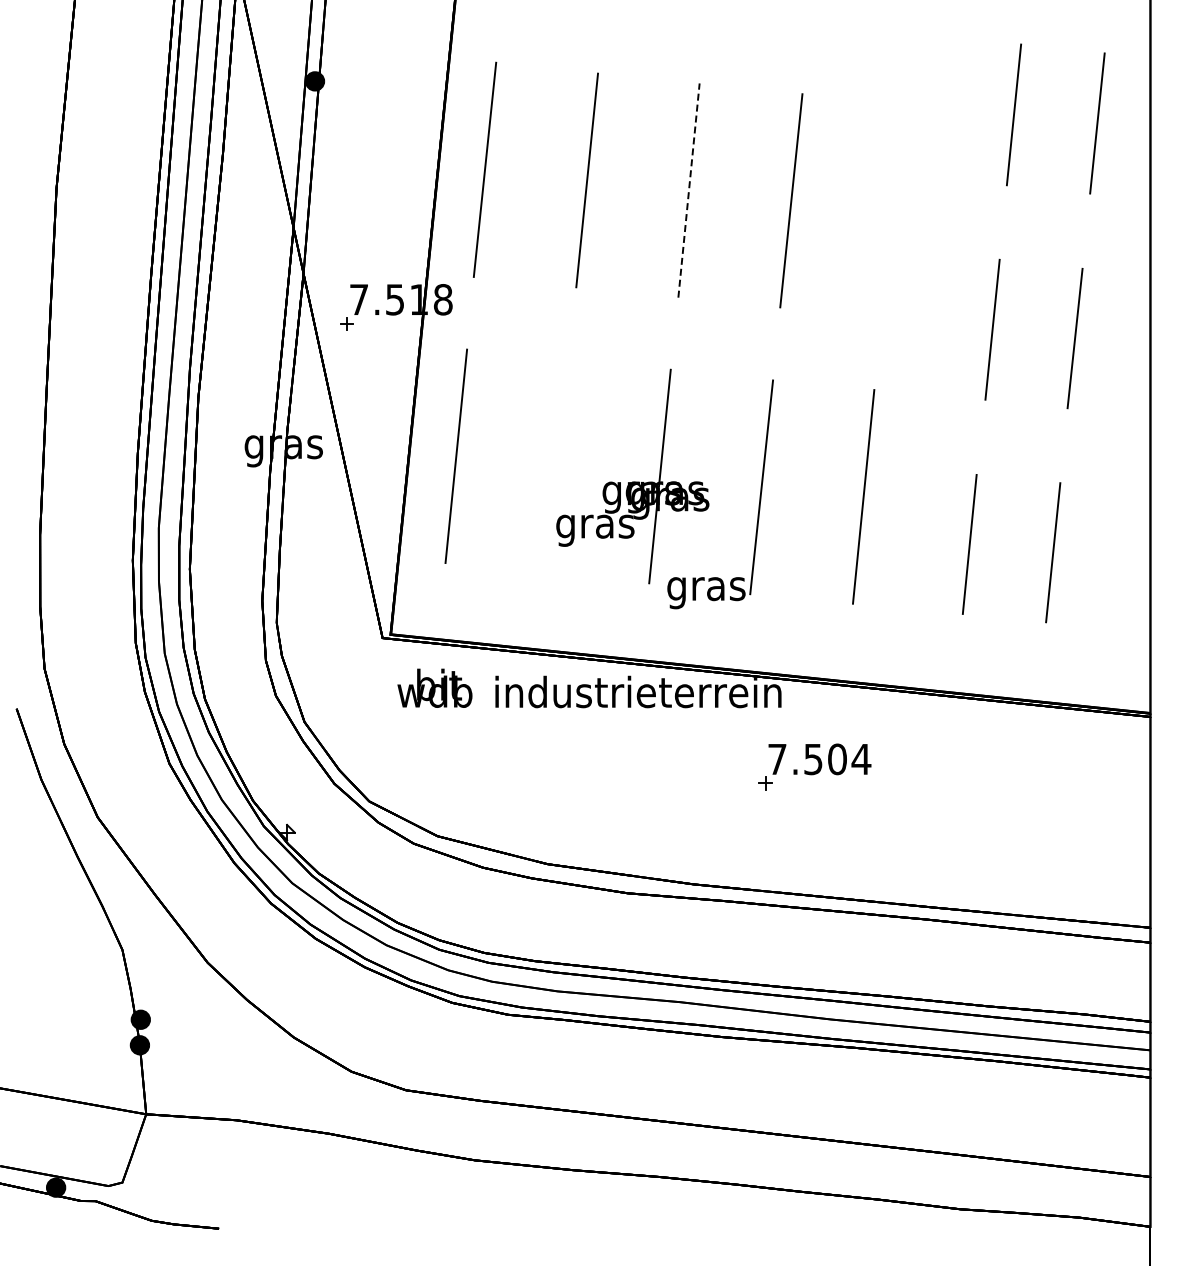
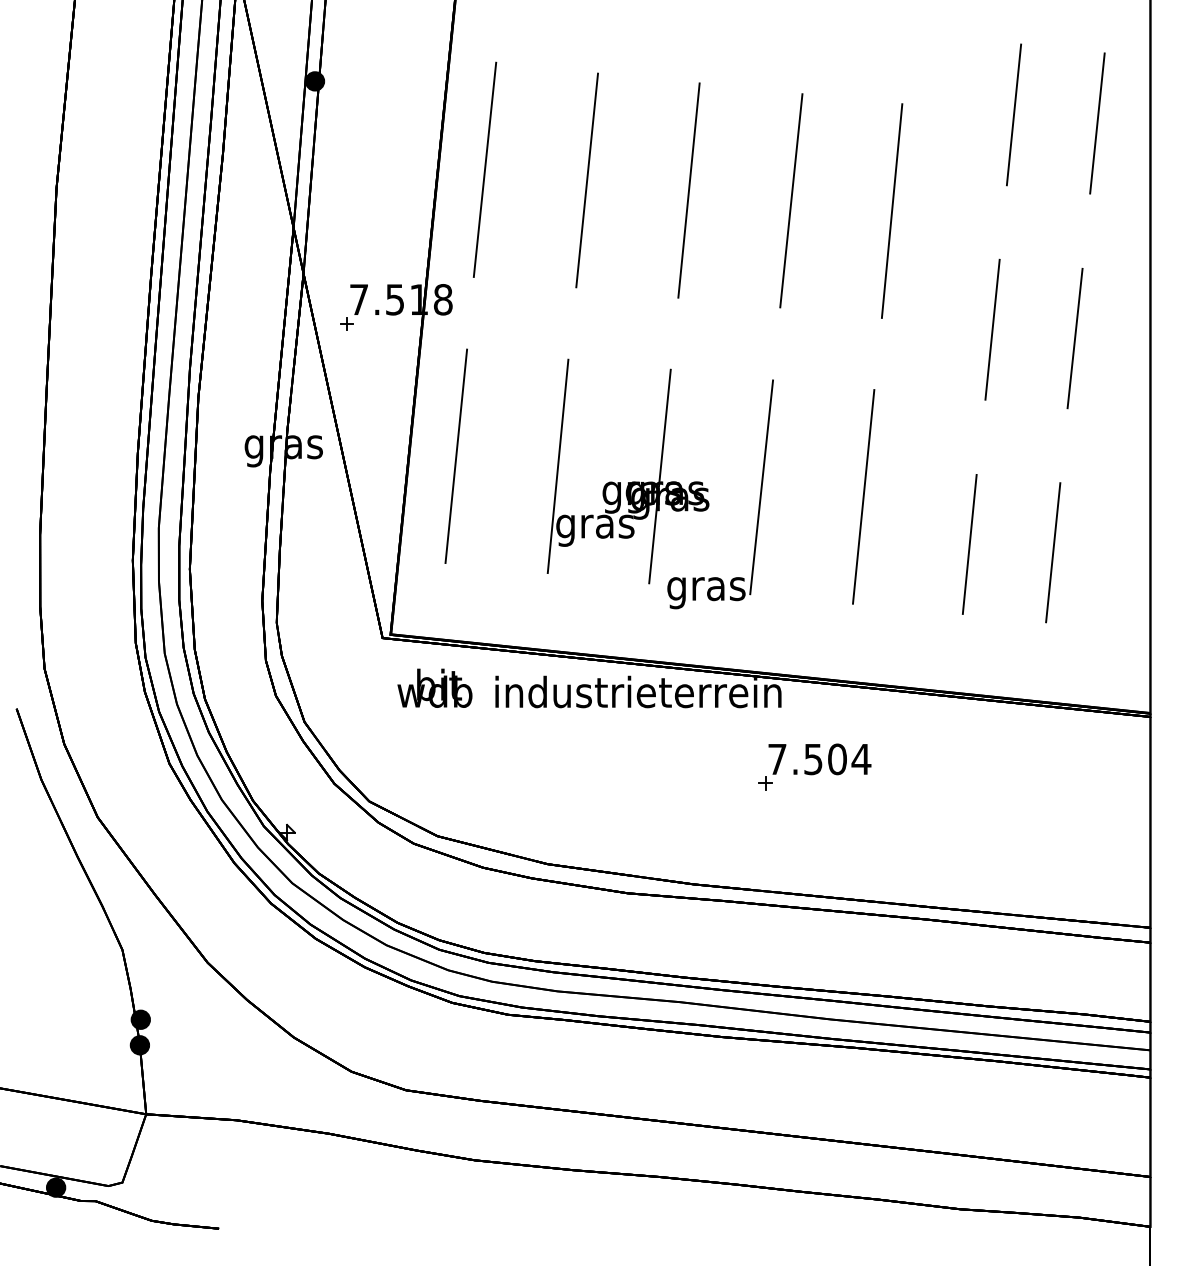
line at (689, 190): dashed -> solid
line at (891, 210): none -> present
line at (557, 466): none -> present
